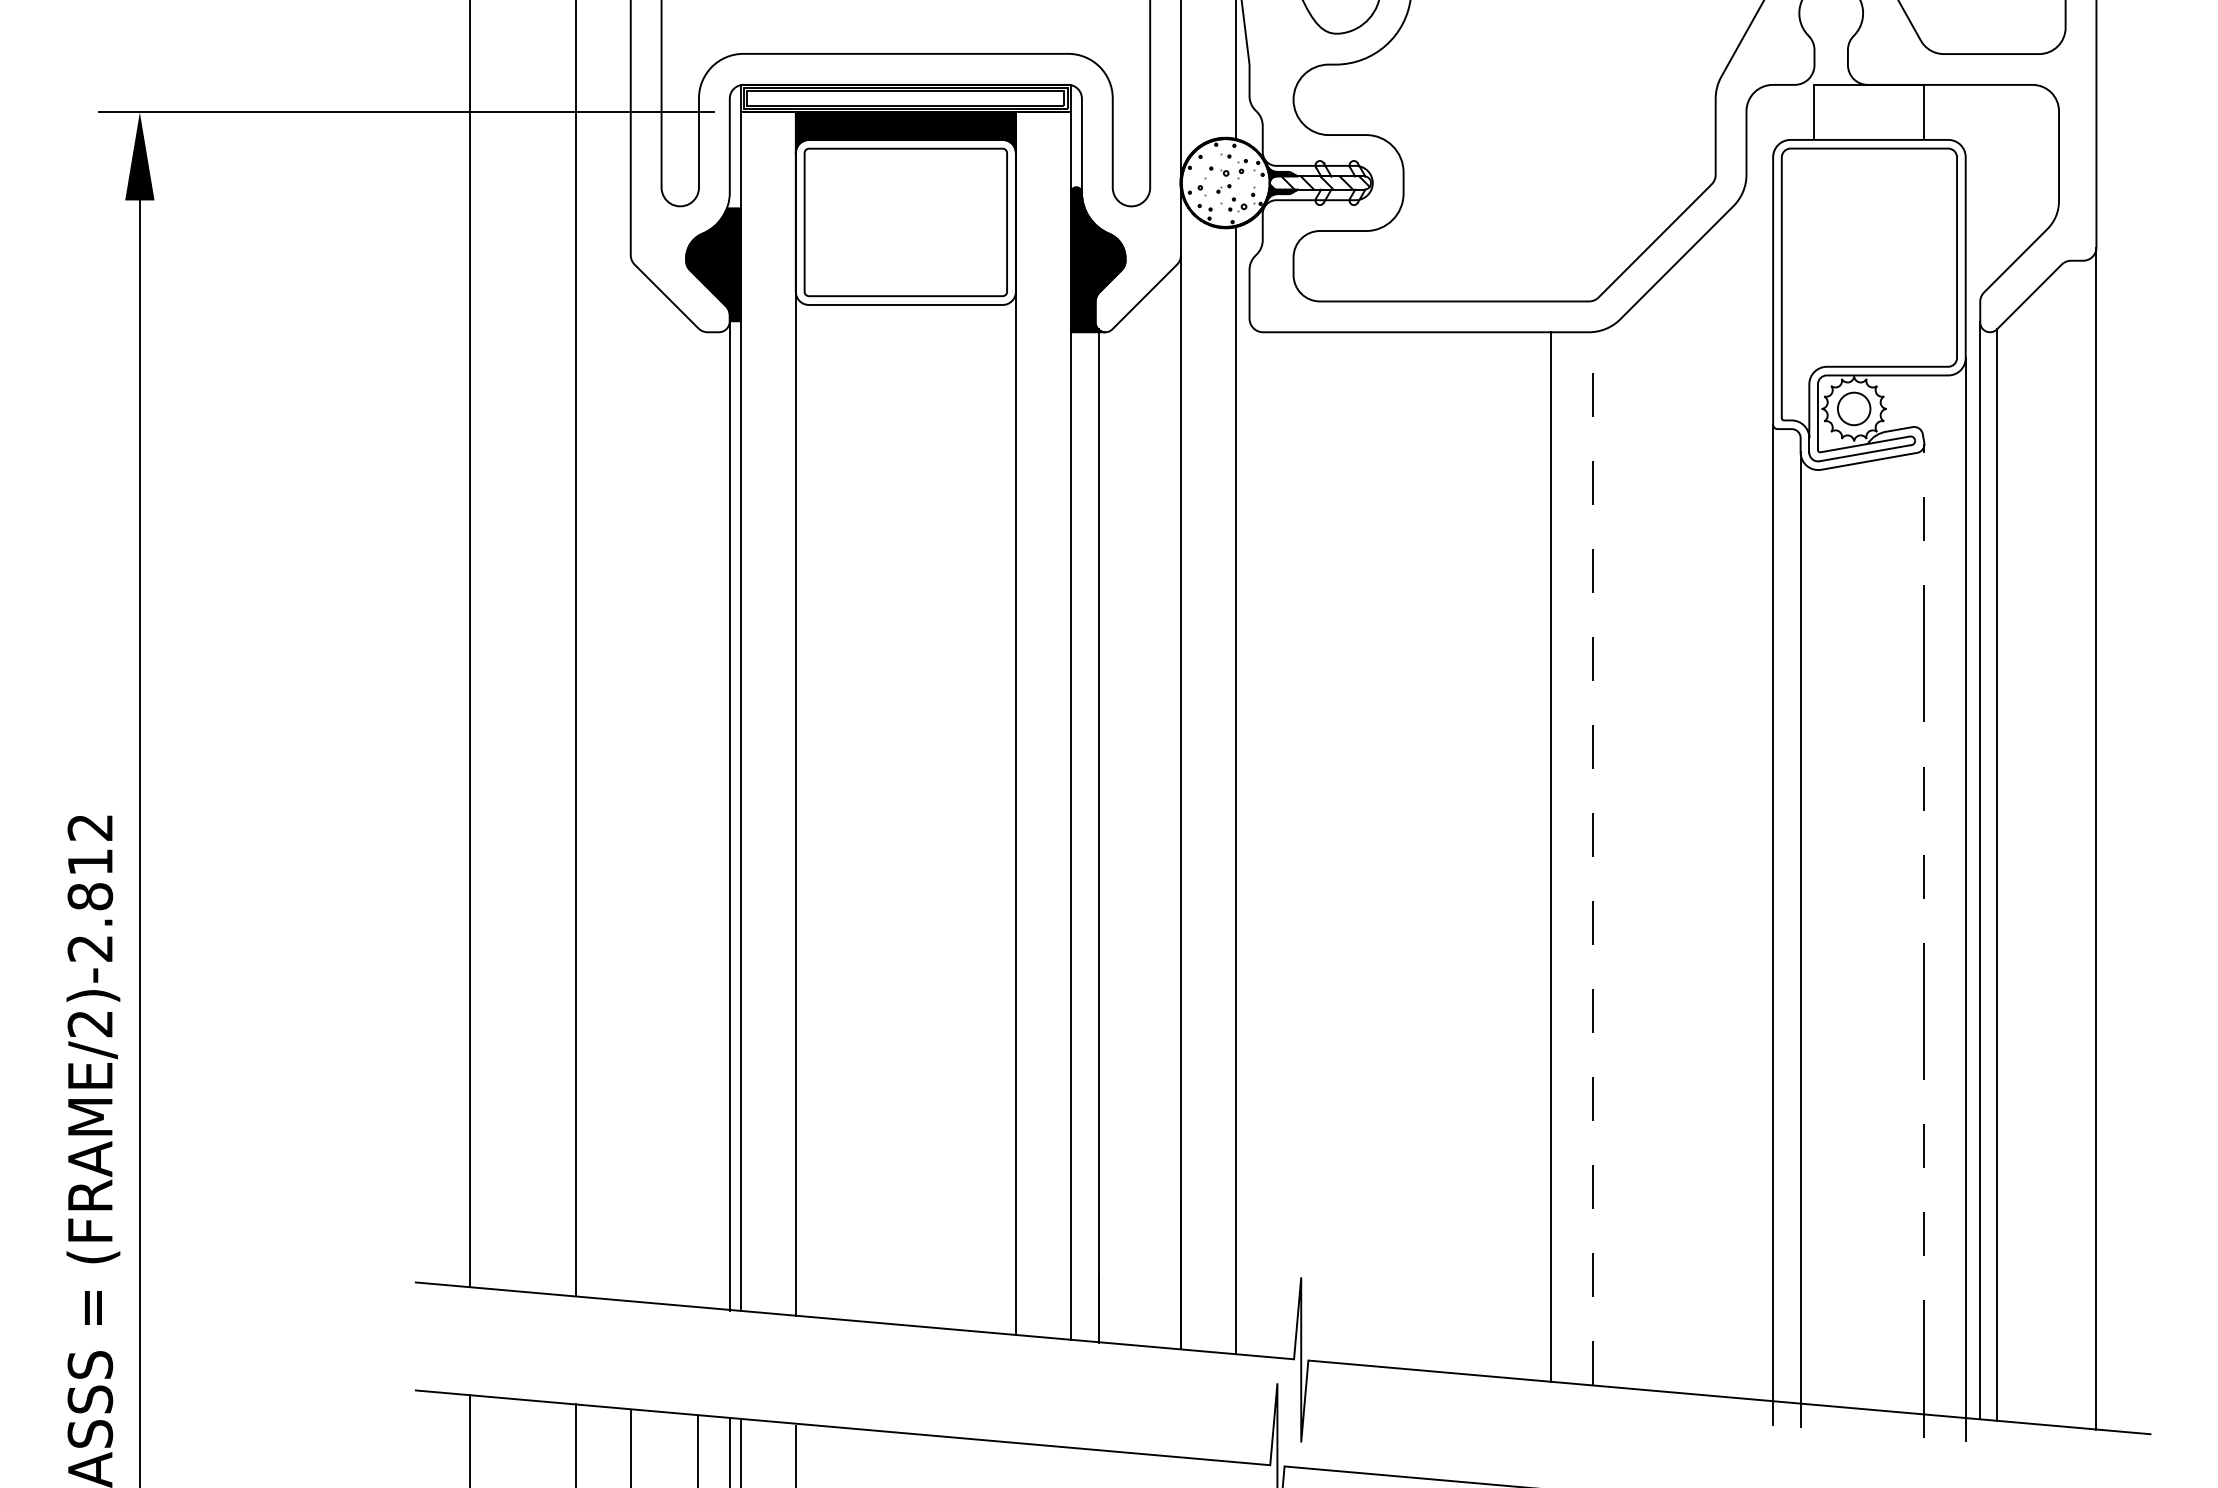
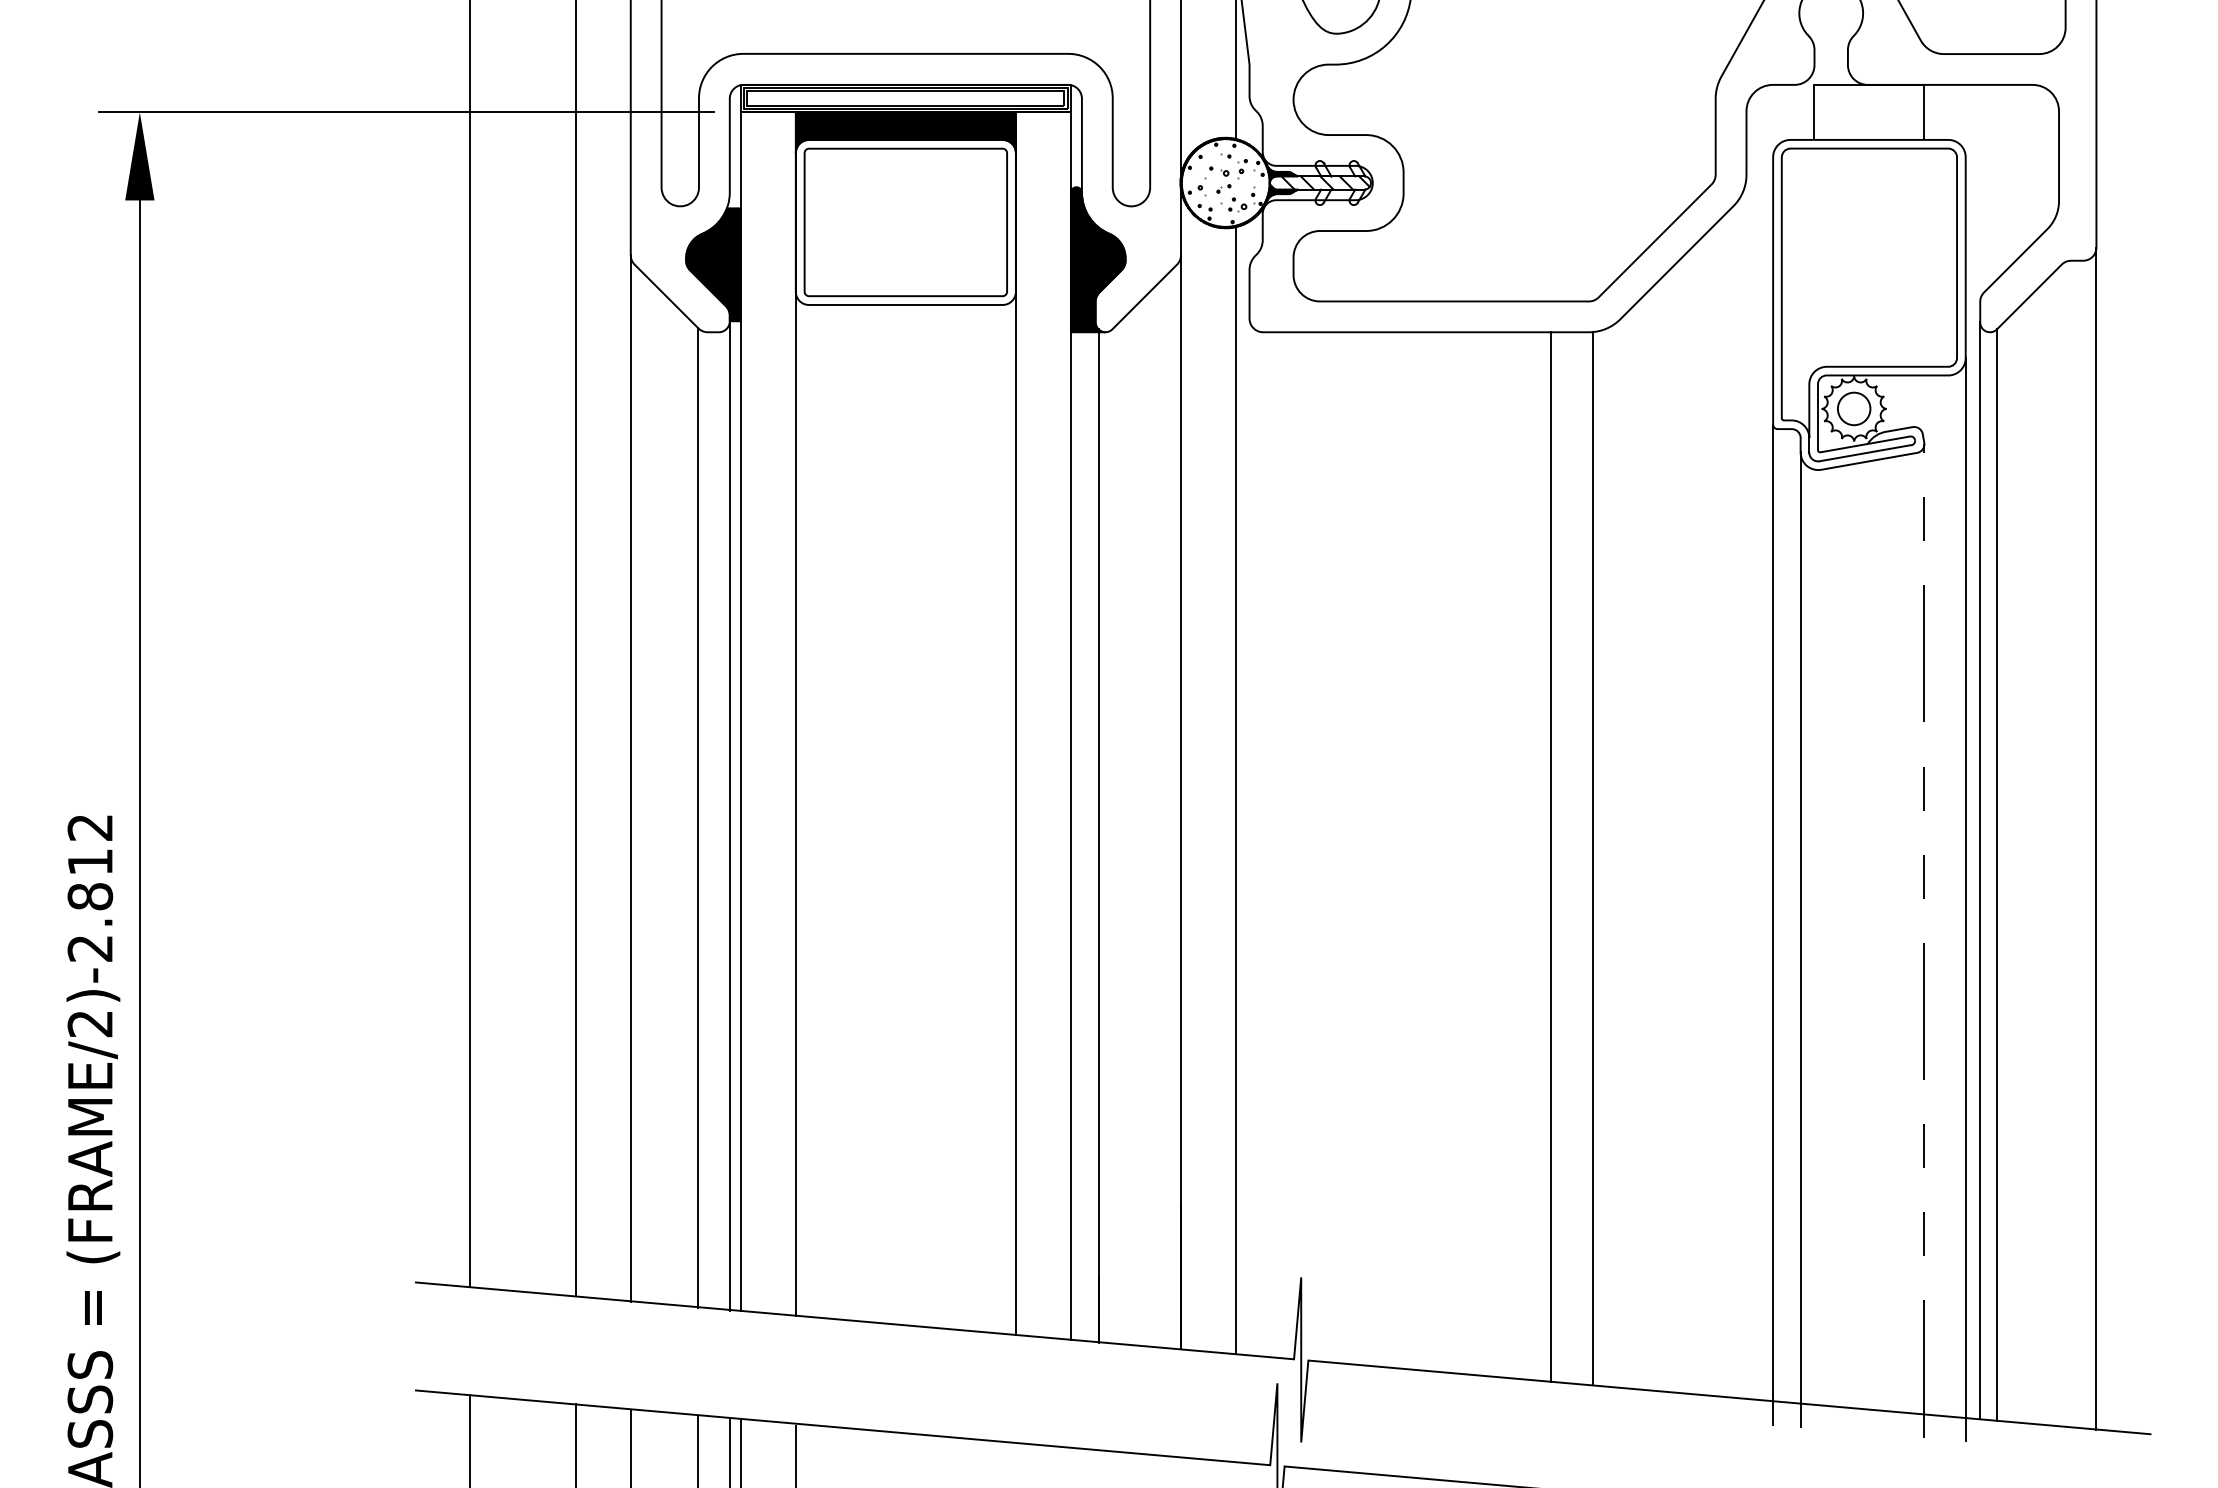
line at (630, 778): none -> present
line at (698, 818): none -> present
line at (1593, 858): dashed -> solid
